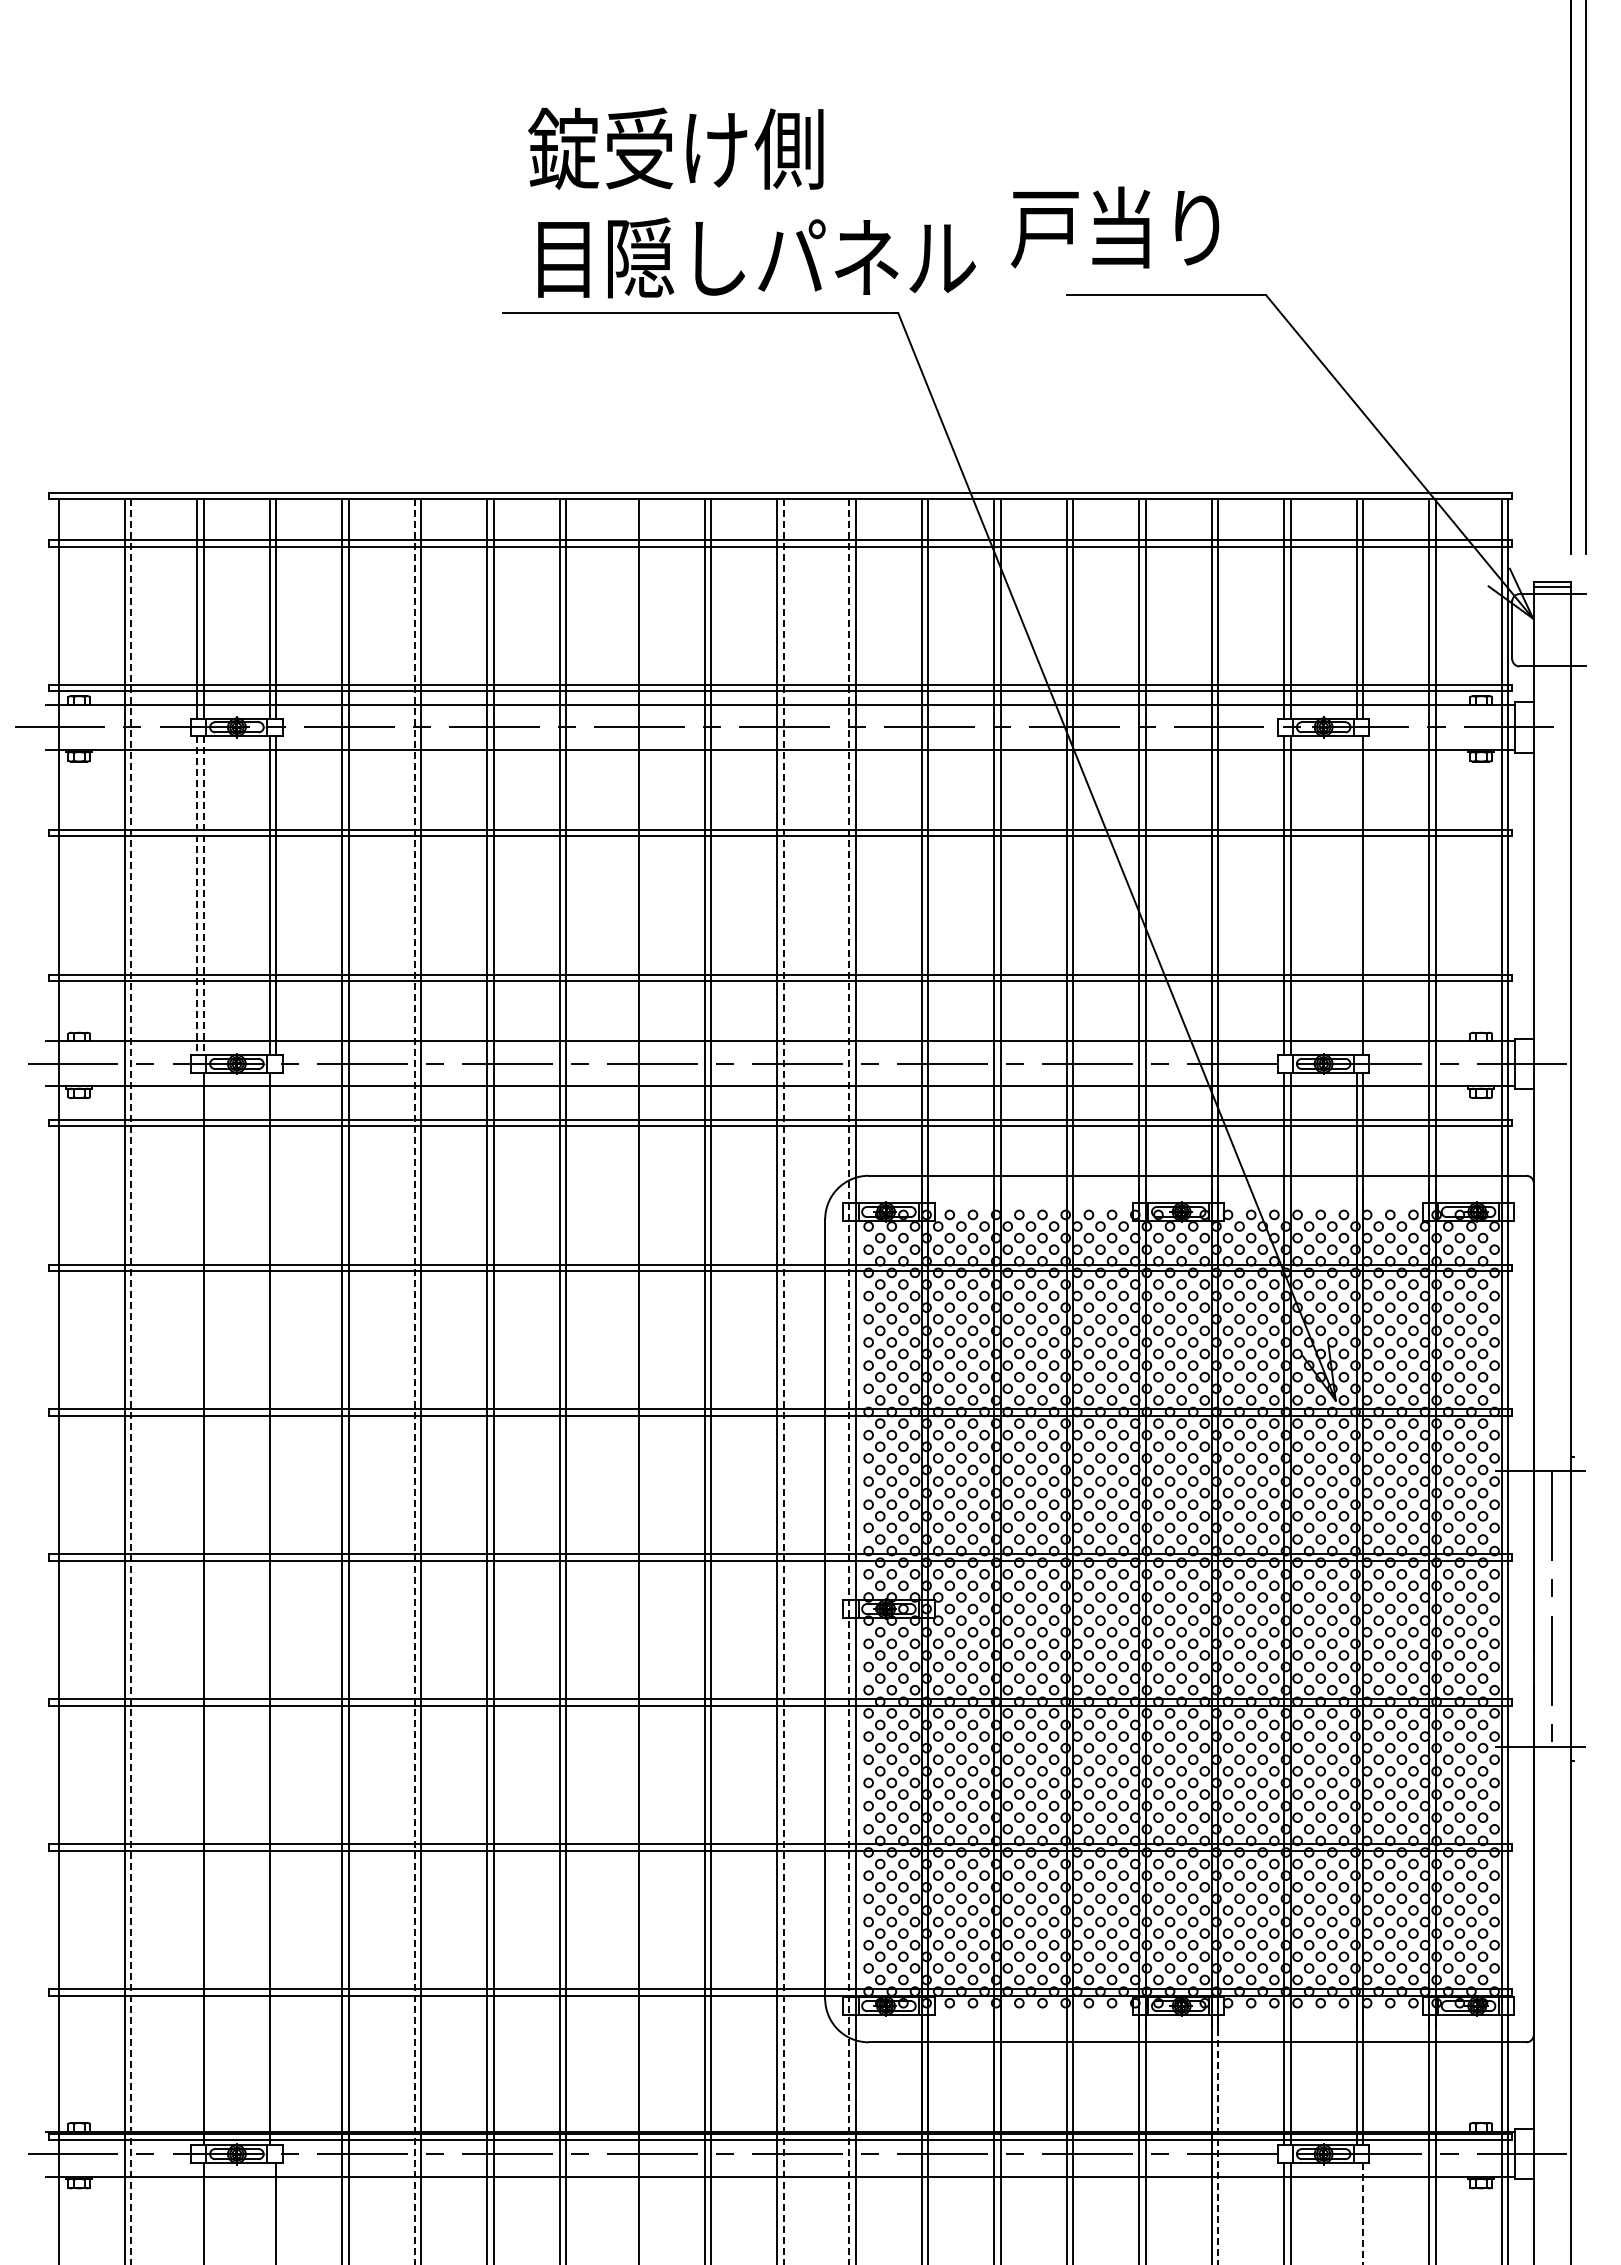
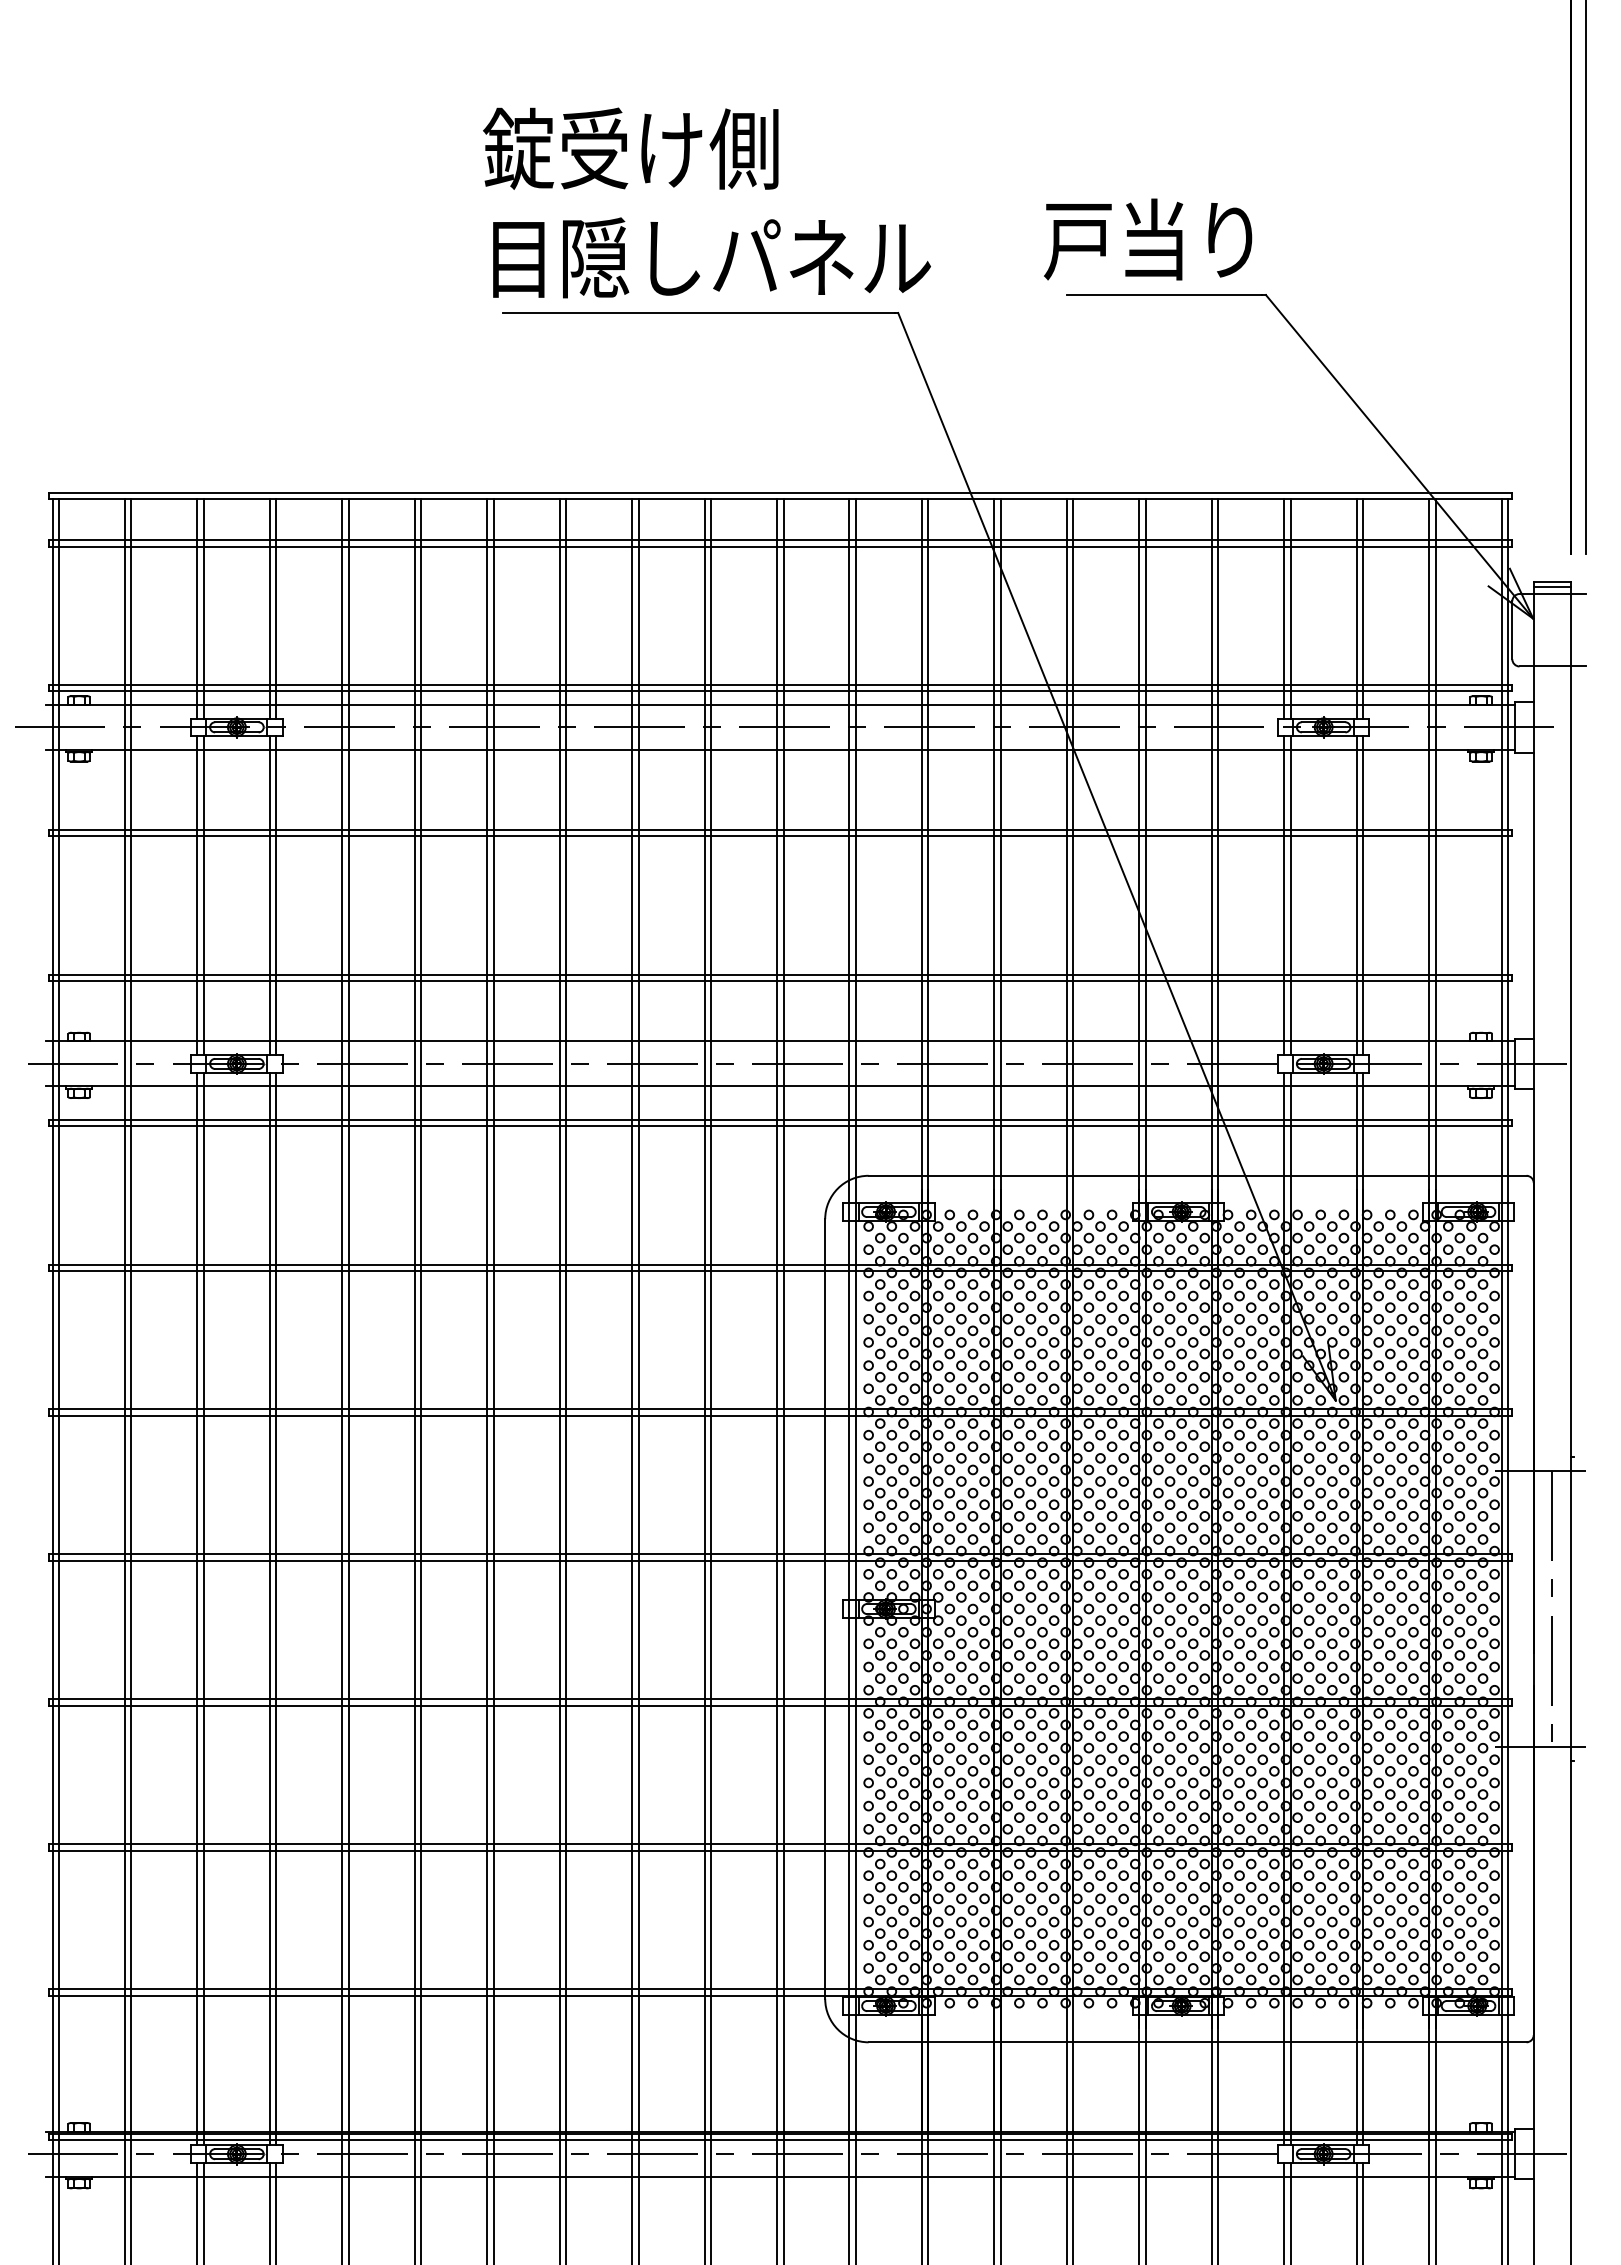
text at (751, 202) position: (751, 202) -> (706, 202)
text at (1115, 227) position: (1115, 227) -> (1148, 239)
line at (197, 895): dashed -> solid
line at (203, 895): dashed -> solid
line at (1356, 895): none -> present
line at (52, 1380): none -> present
line at (632, 1380): none -> present
line at (131, 1381): dashed -> solid
line at (414, 1381): dashed -> solid
line at (783, 1381): dashed -> solid
line at (849, 1381): dashed -> solid
line at (197, 1608): none -> present
line at (276, 1608): none -> present
line at (1218, 2130): dashed -> solid
line at (197, 2211): none -> present
line at (269, 2211): none -> present
line at (1356, 2211): none -> present
line at (1363, 2213): dashed -> solid
